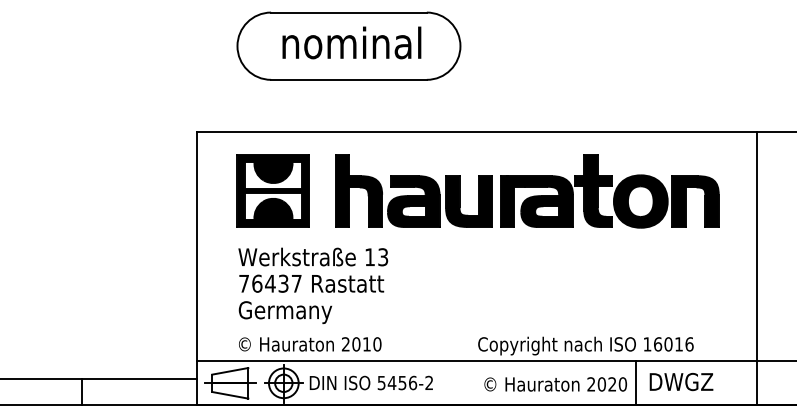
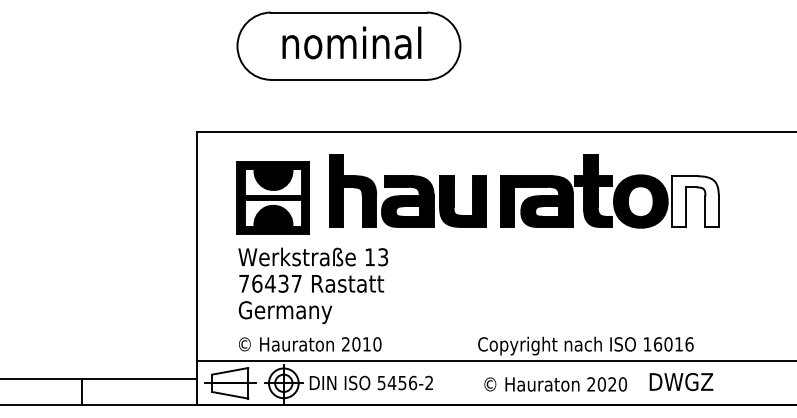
part at (272, 190) position: (272, 190) -> (272, 197)
part at (413, 190) position: (413, 190) -> (407, 190)
fill at (695, 201): present -> none
line at (757, 268): present -> none
line at (636, 383): present -> none
